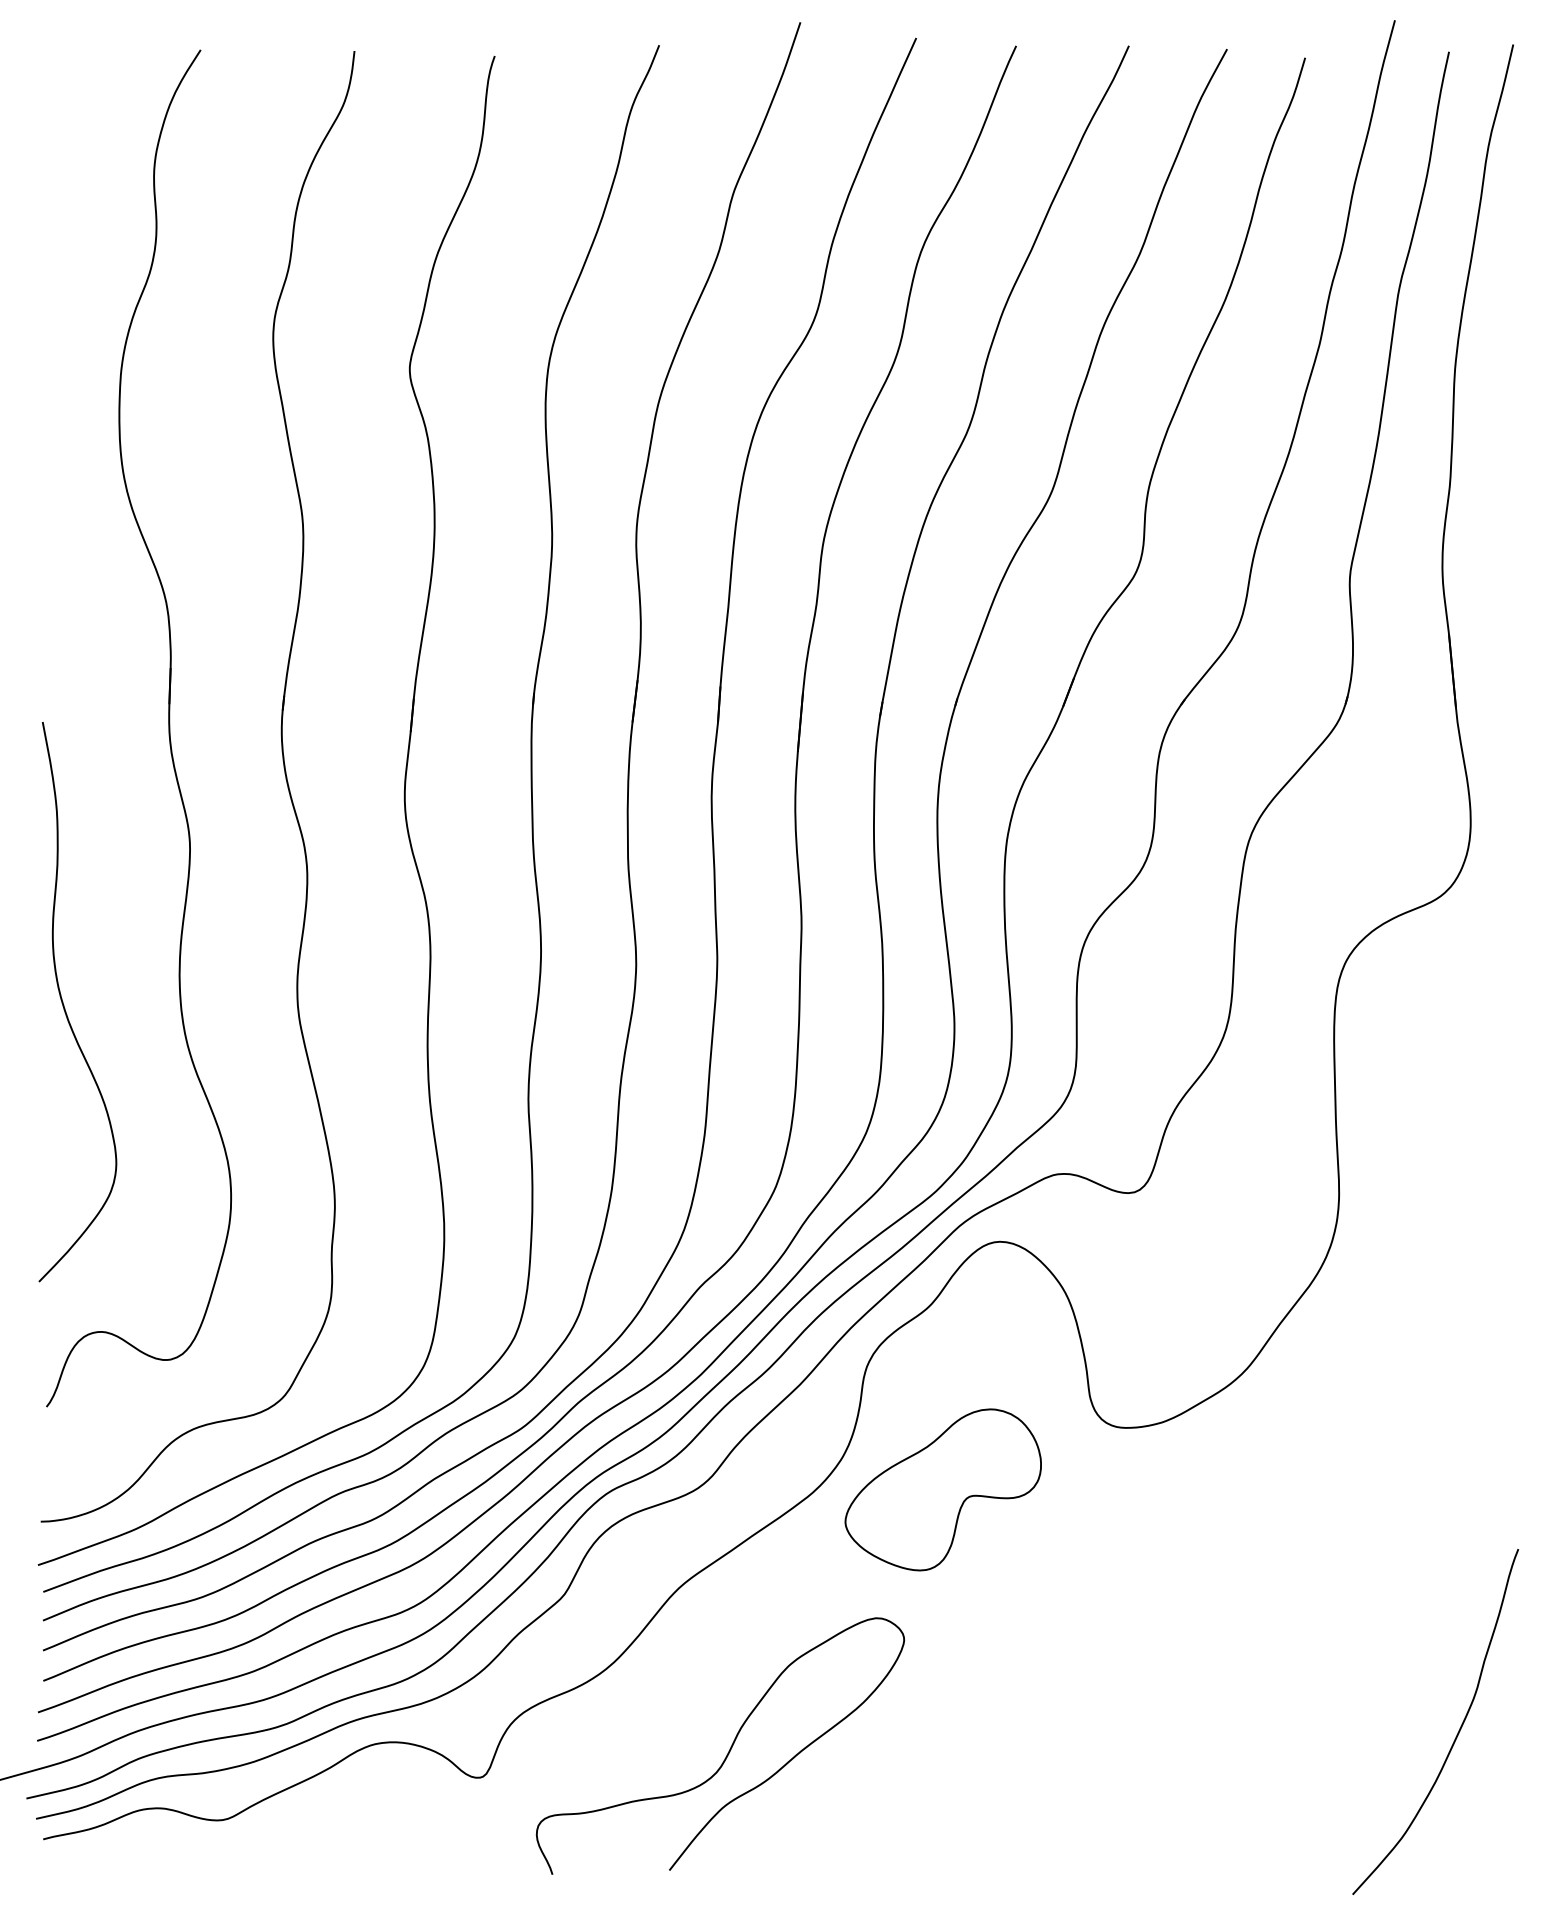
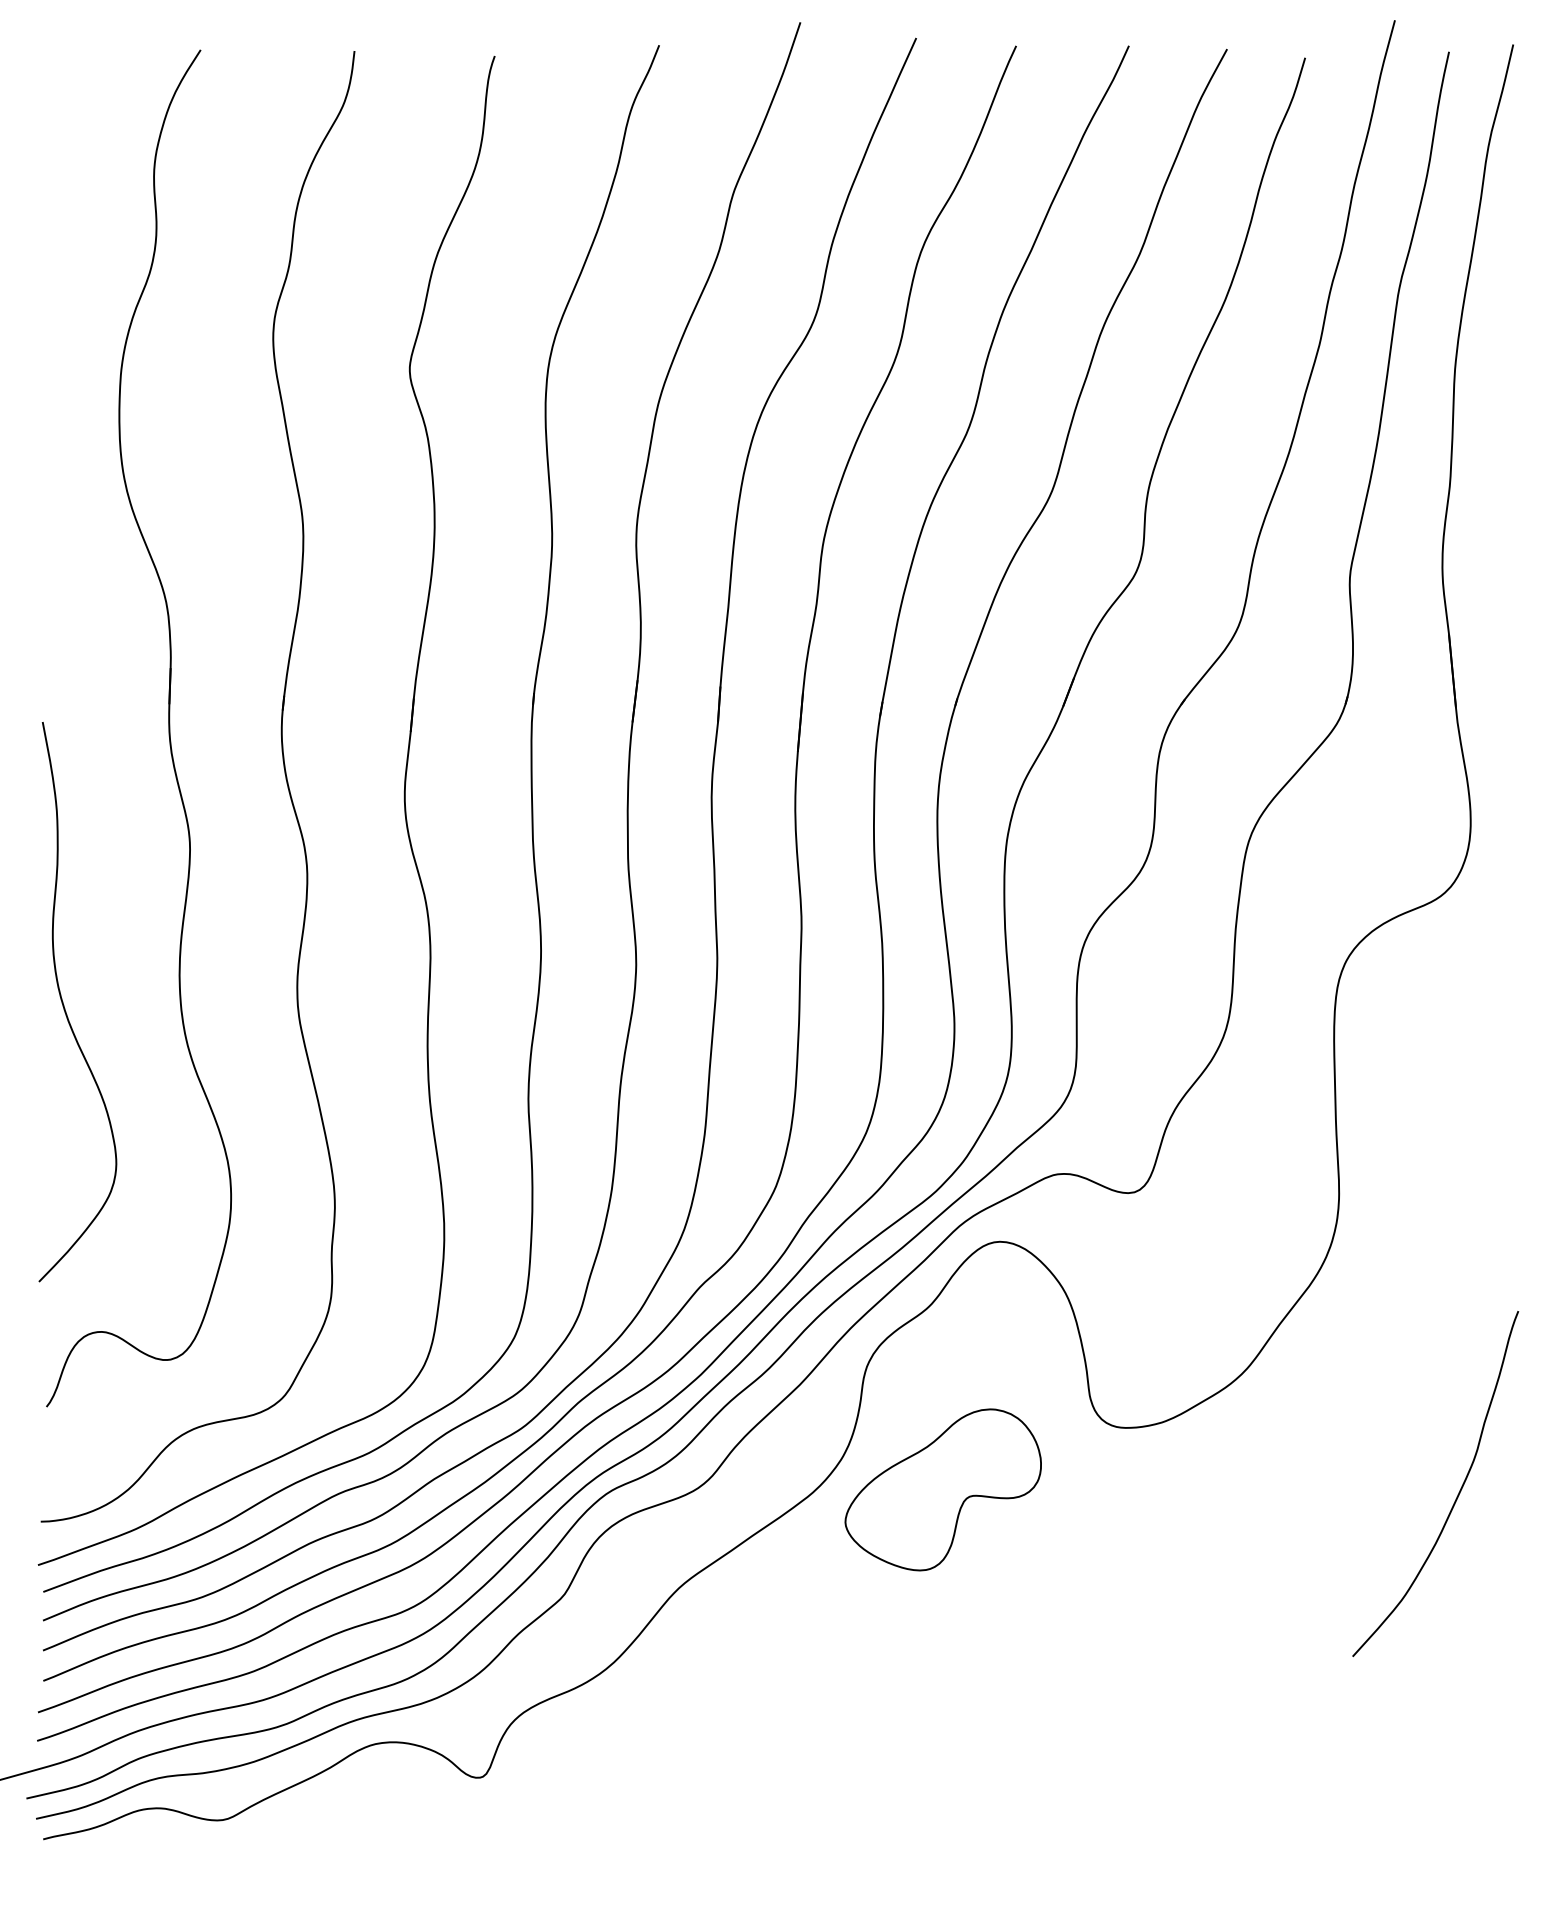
curve at (1457, 1732) position: (1457, 1732) -> (1457, 1494)
curve at (729, 1748): present -> none
